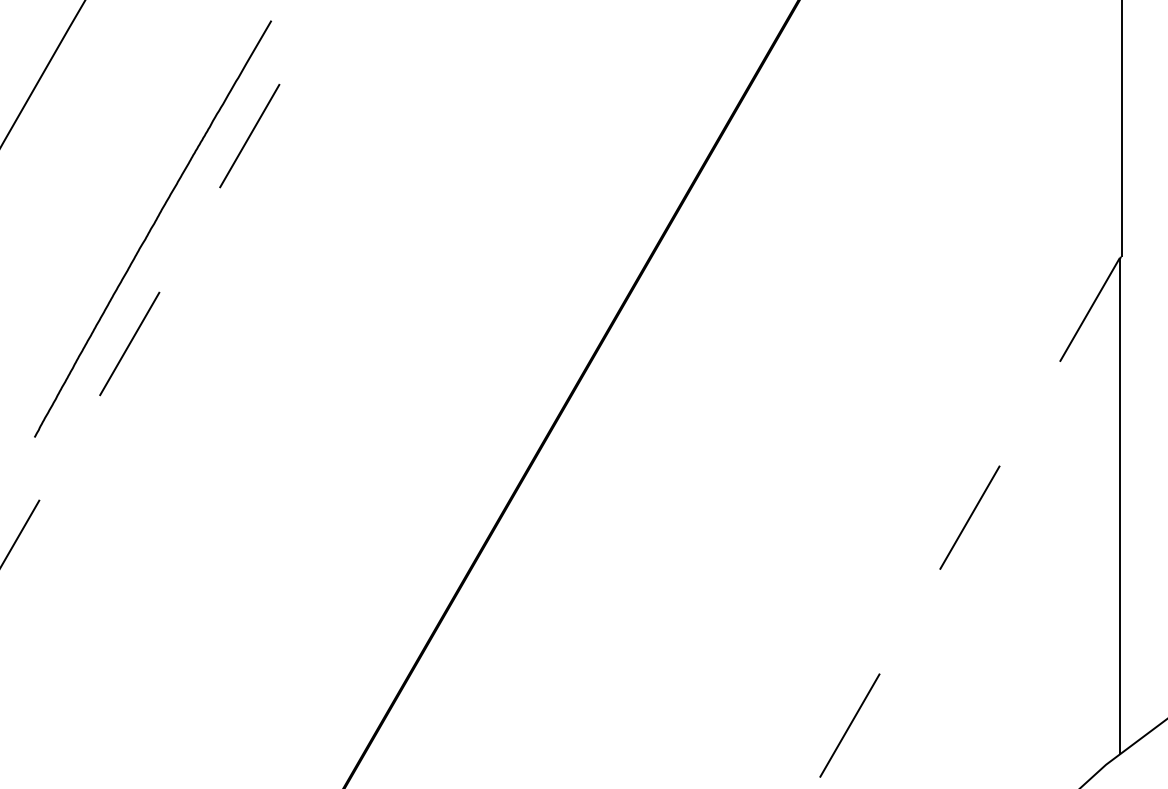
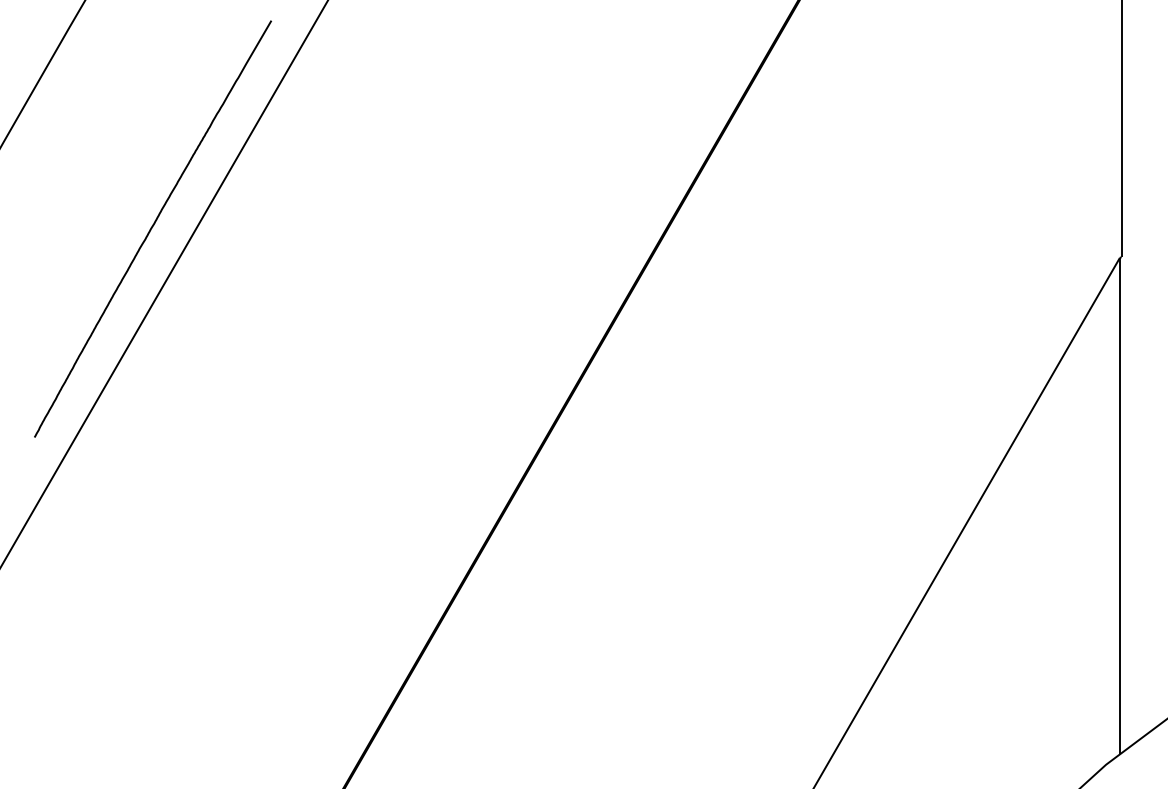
line at (164, 284): dashed -> solid
line at (966, 523): dashed -> solid
